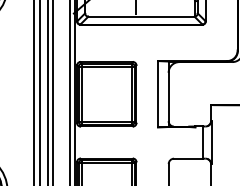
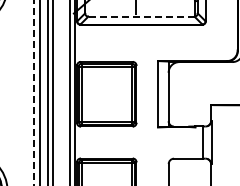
line at (140, 16): solid -> dashed
line at (34, 93): solid -> dashed
